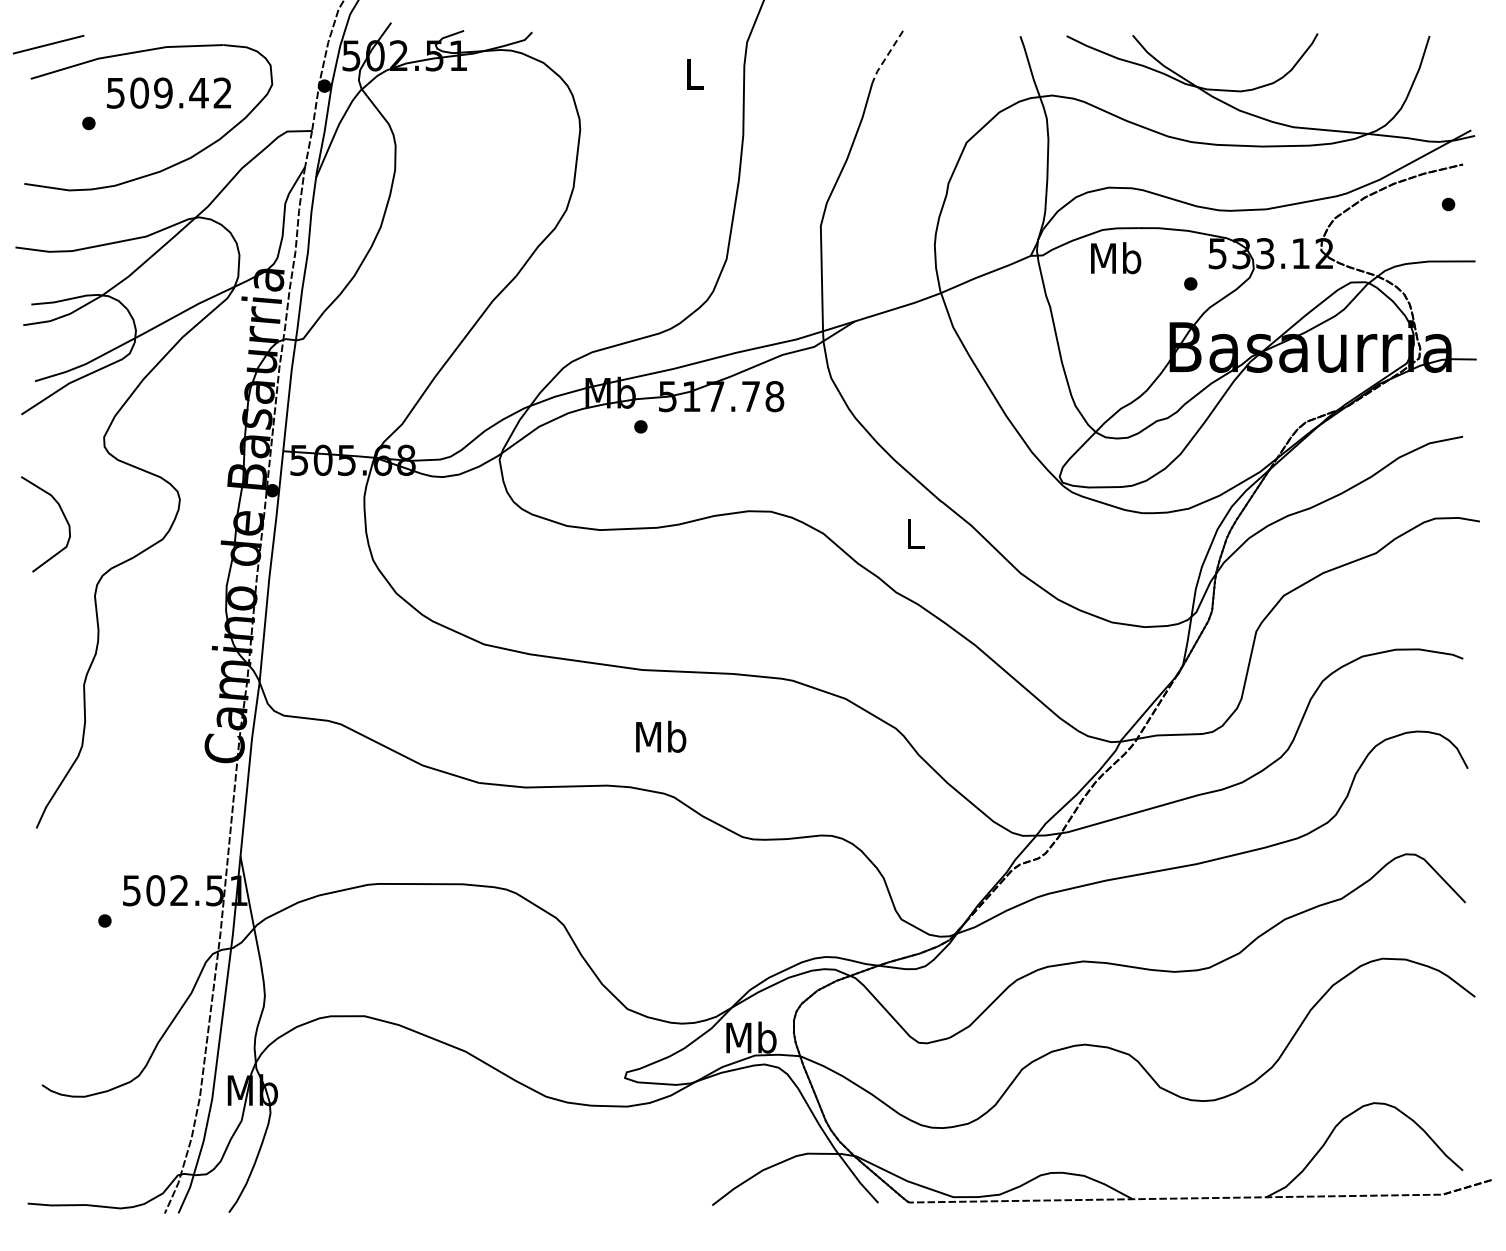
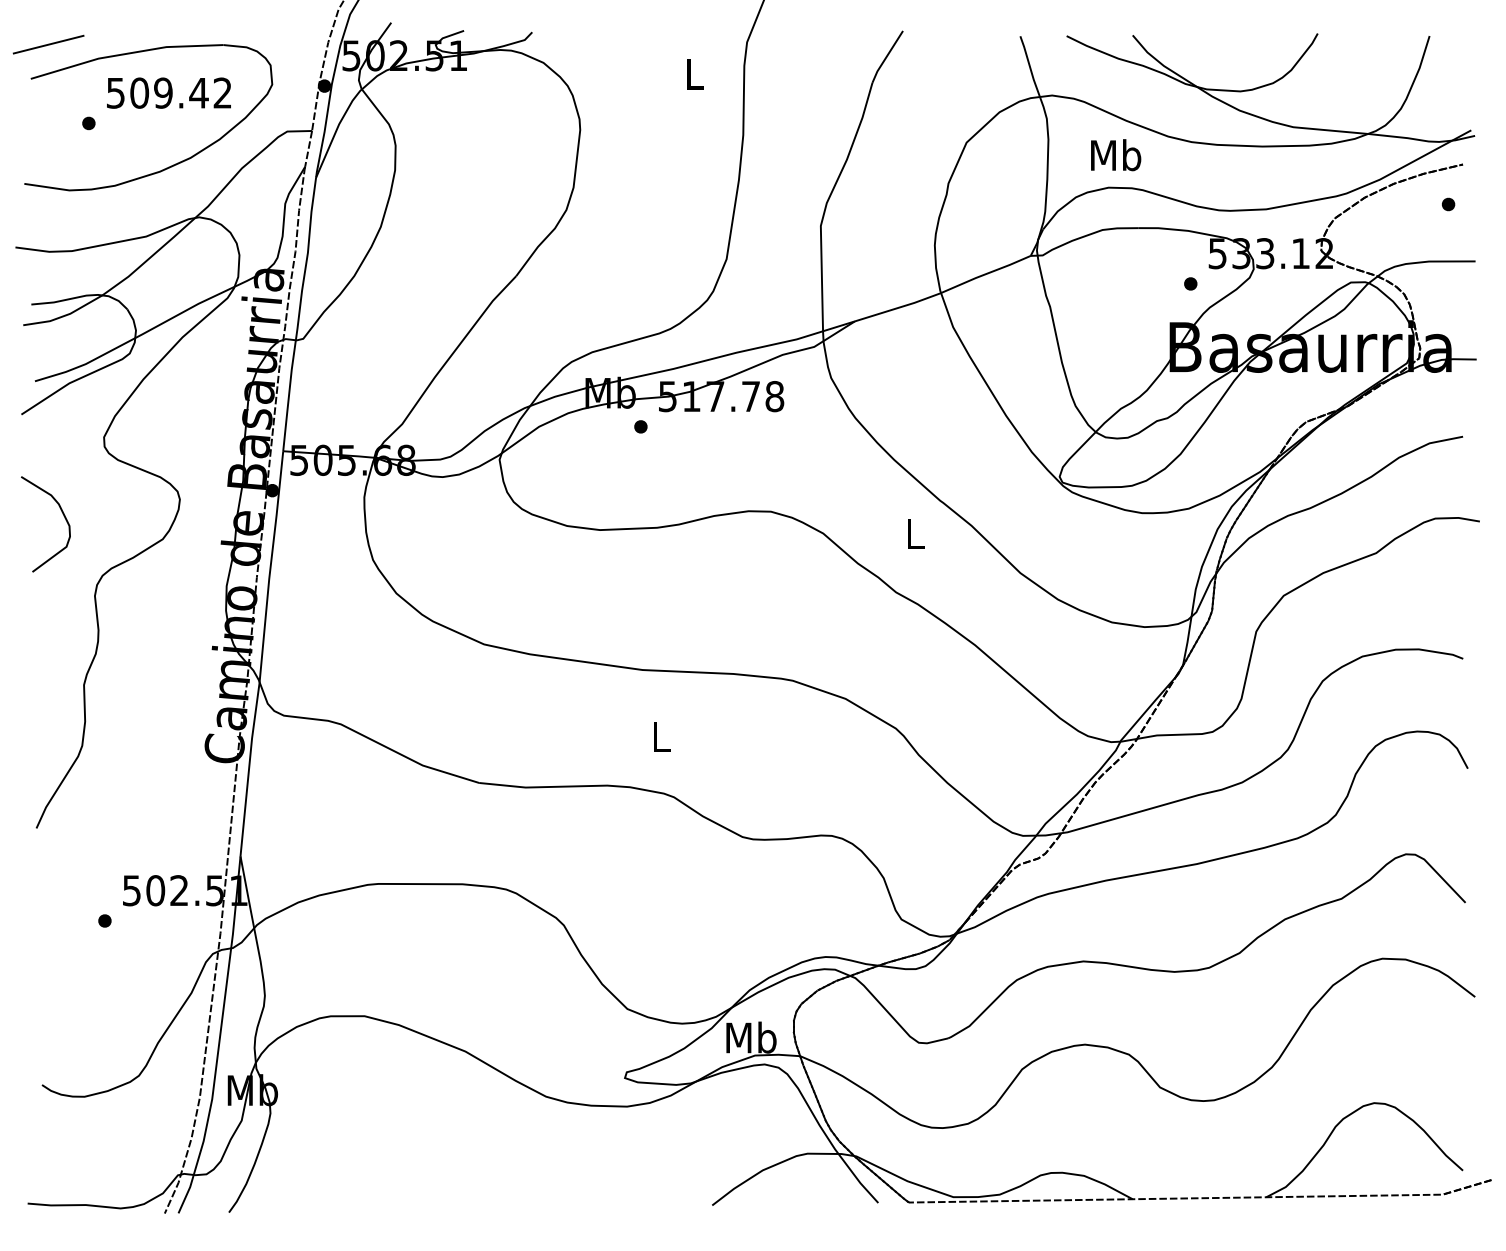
line at (886, 57): dashed -> solid
text at (1116, 258) position: (1116, 258) -> (1116, 155)
text at (661, 736): Mb -> L
